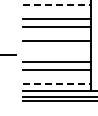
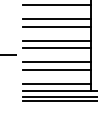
line at (56, 4): dashed -> solid
line at (56, 48): none -> present
line at (56, 84): dashed -> solid
